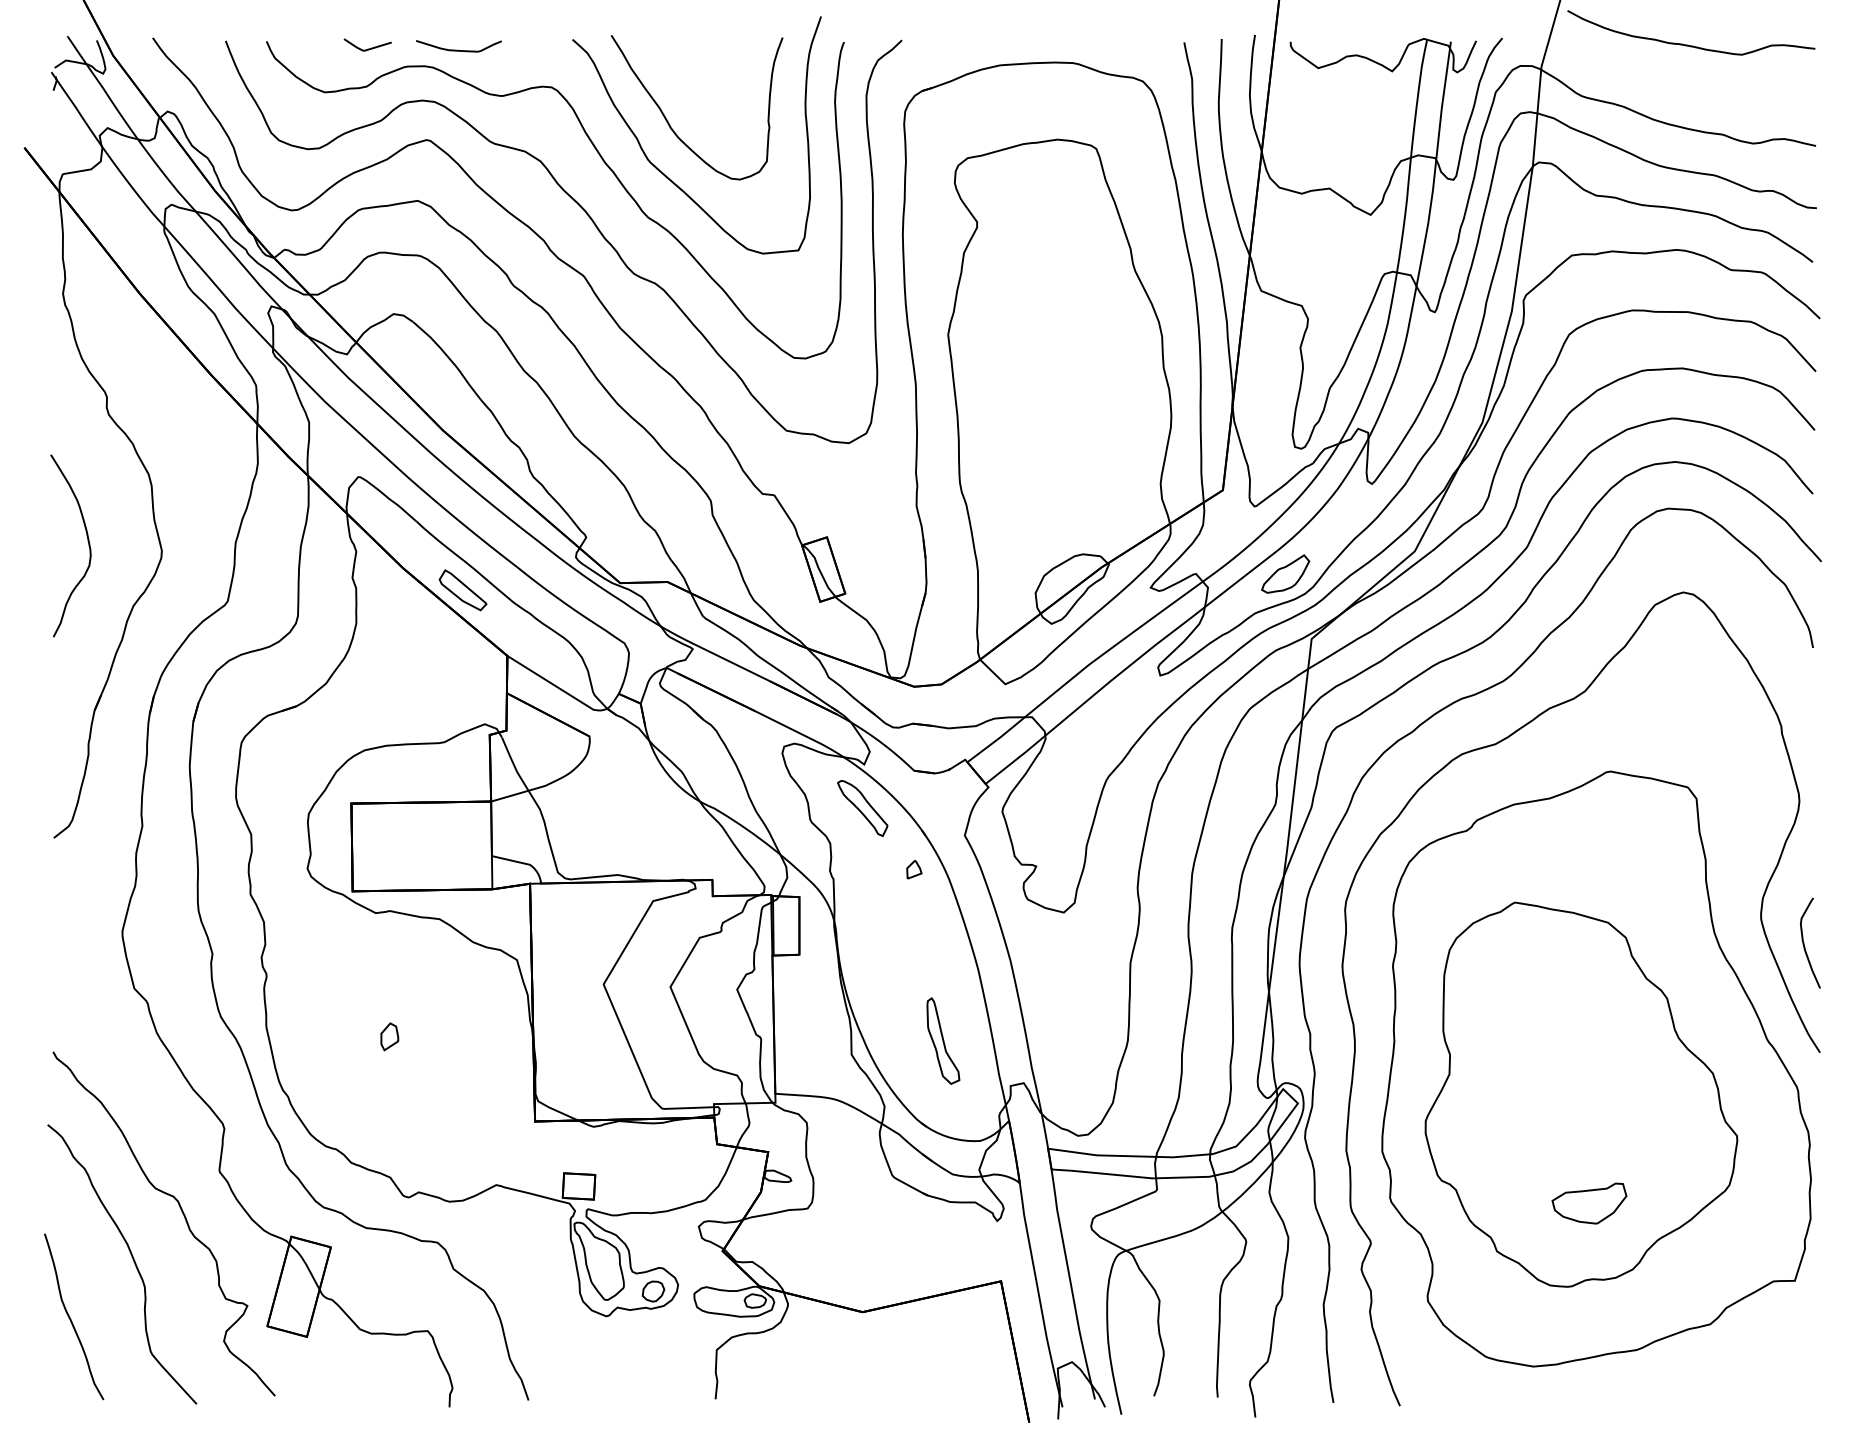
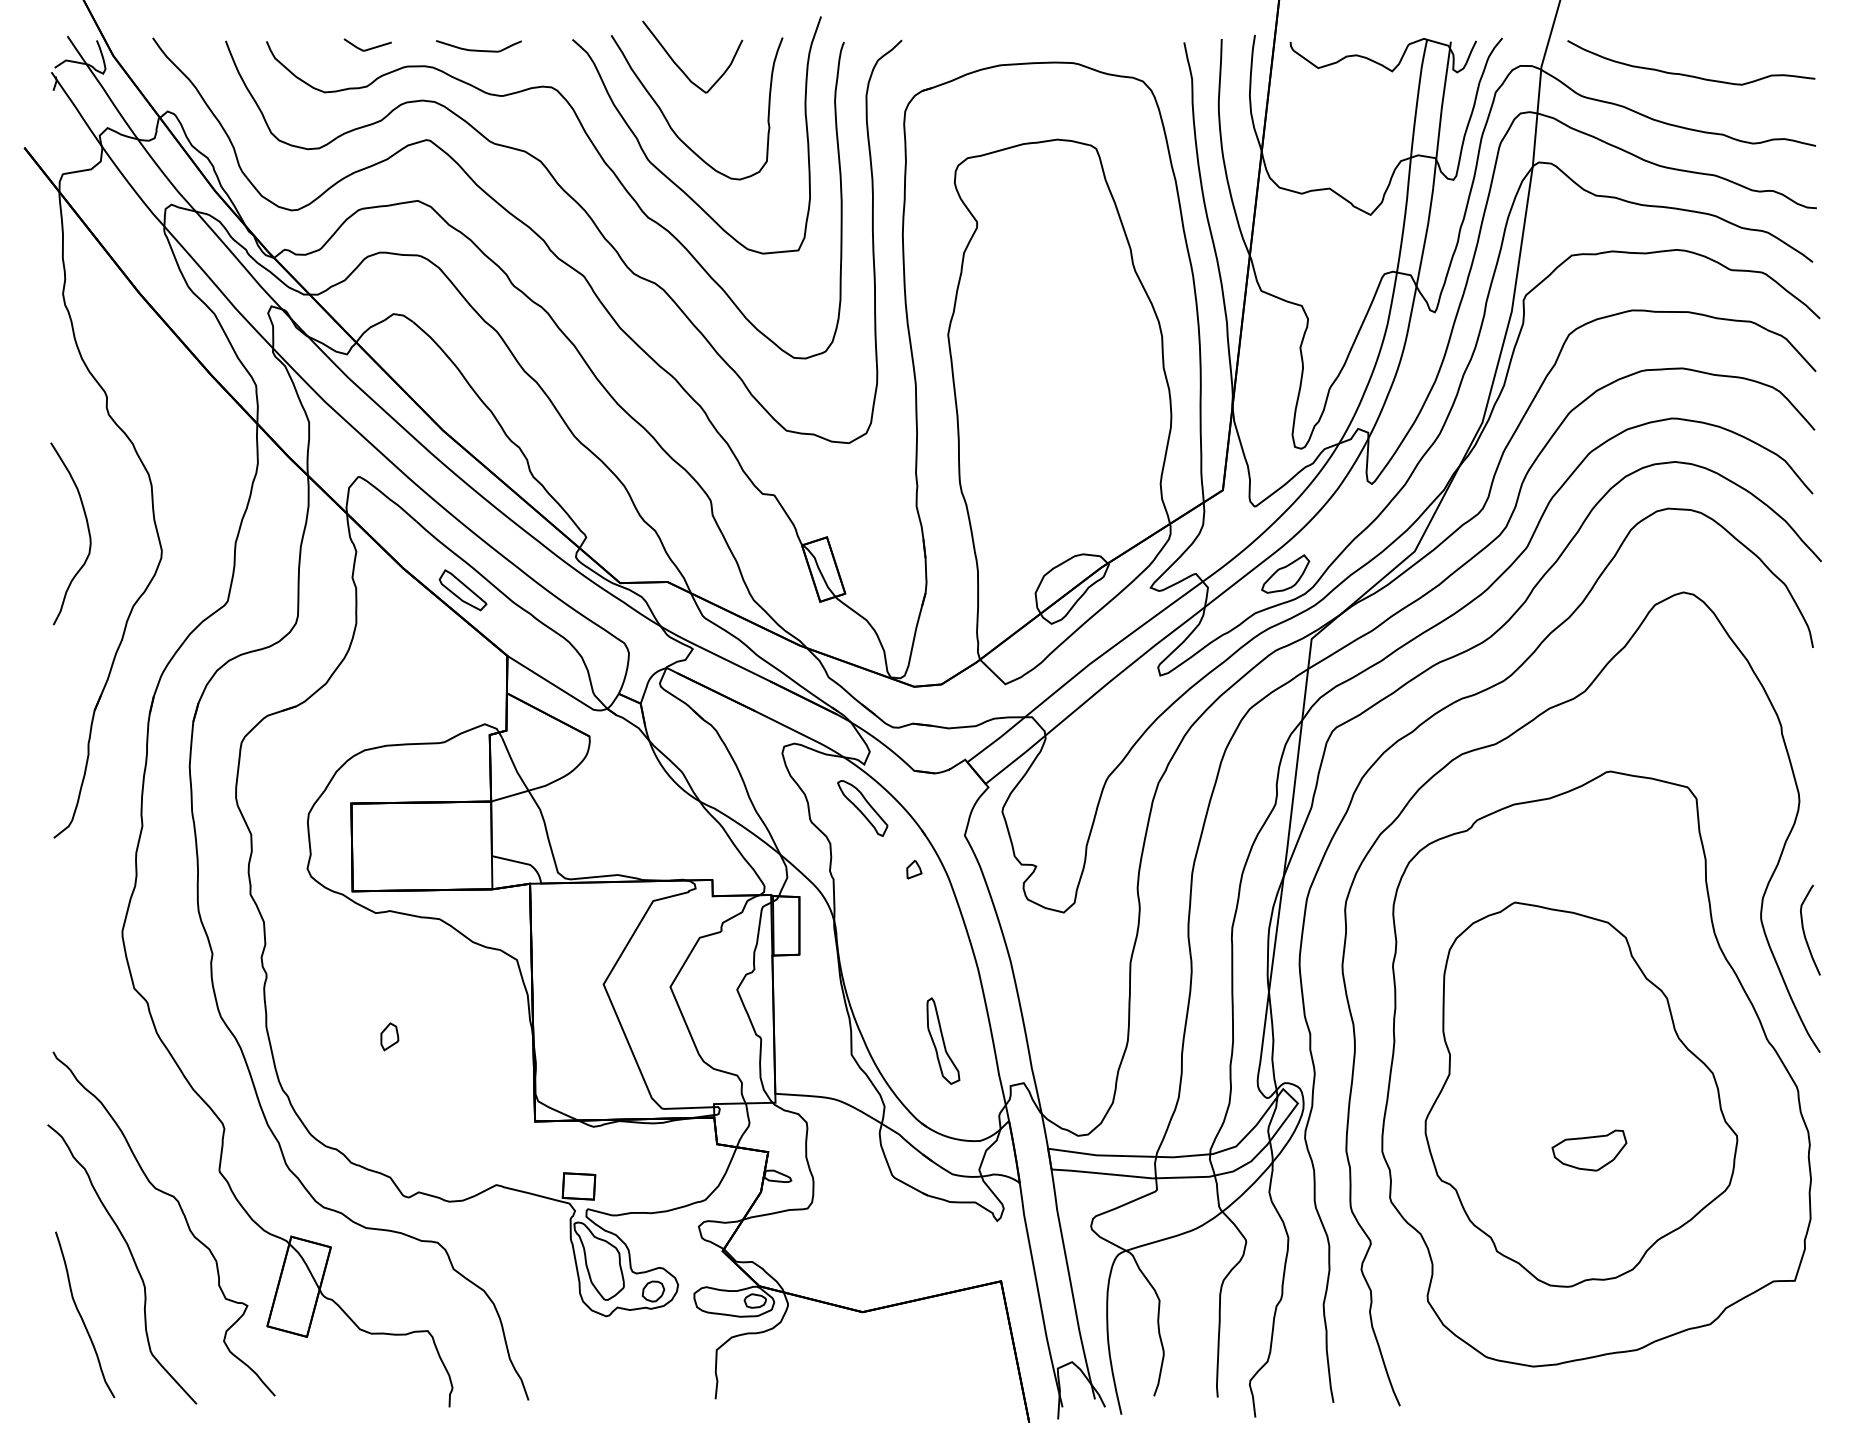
curve at (1688, 44) position: (1688, 44) -> (1688, 74)
curve at (458, 49) position: (458, 49) -> (478, 49)
curve at (680, 67): none -> present
curve at (87, 541) position: (87, 541) -> (87, 529)
curve at (1804, 942) position: (1804, 942) -> (1804, 929)
part at (1589, 1203) position: (1589, 1203) -> (1589, 1150)
curve at (70, 1317) position: (70, 1317) -> (81, 1315)
